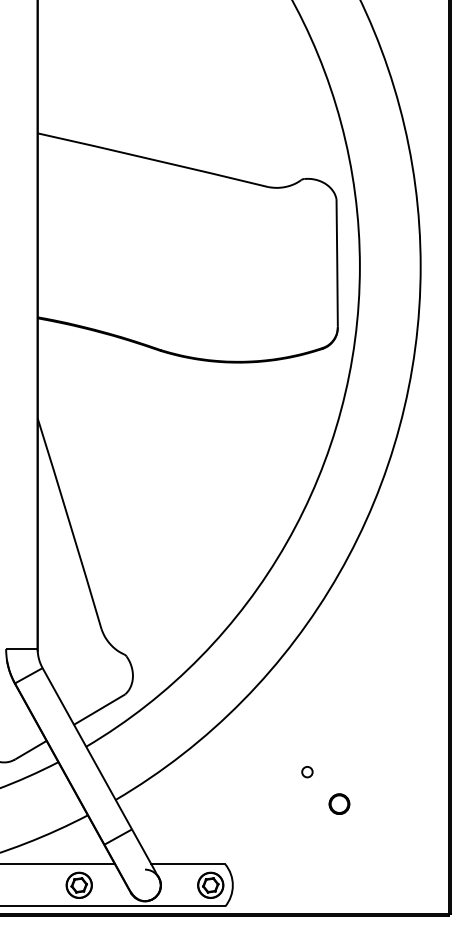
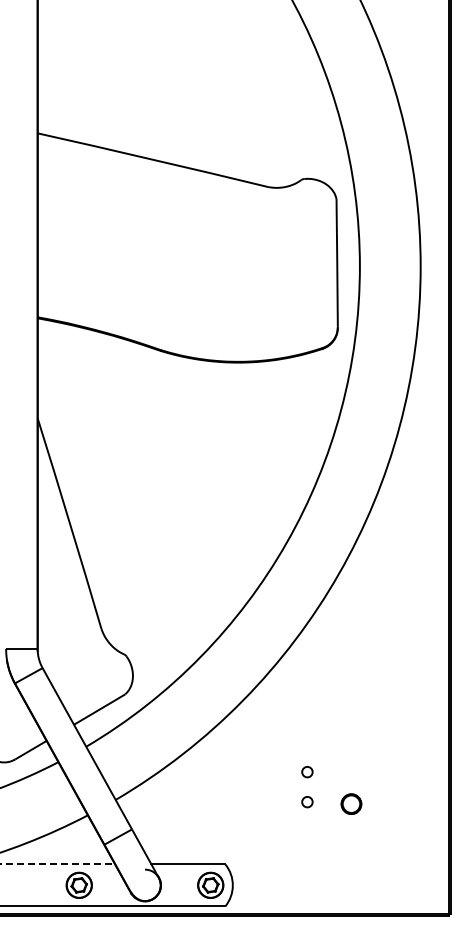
circle at (307, 802): none -> present
part at (339, 803) position: (339, 803) -> (351, 803)
line at (58, 864): solid -> dashed
